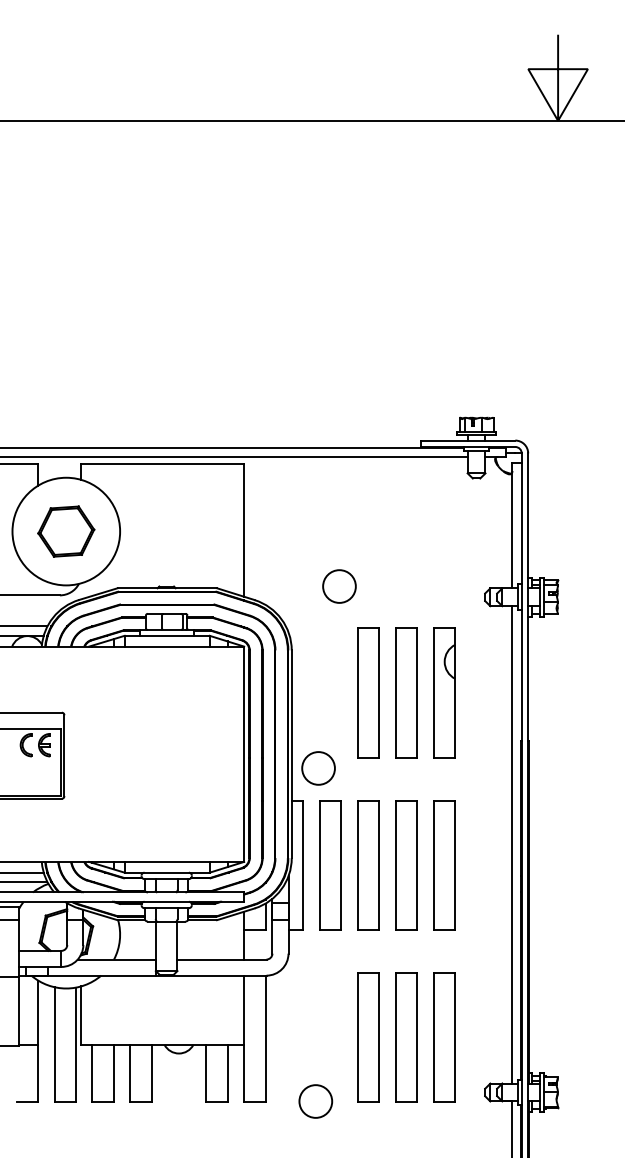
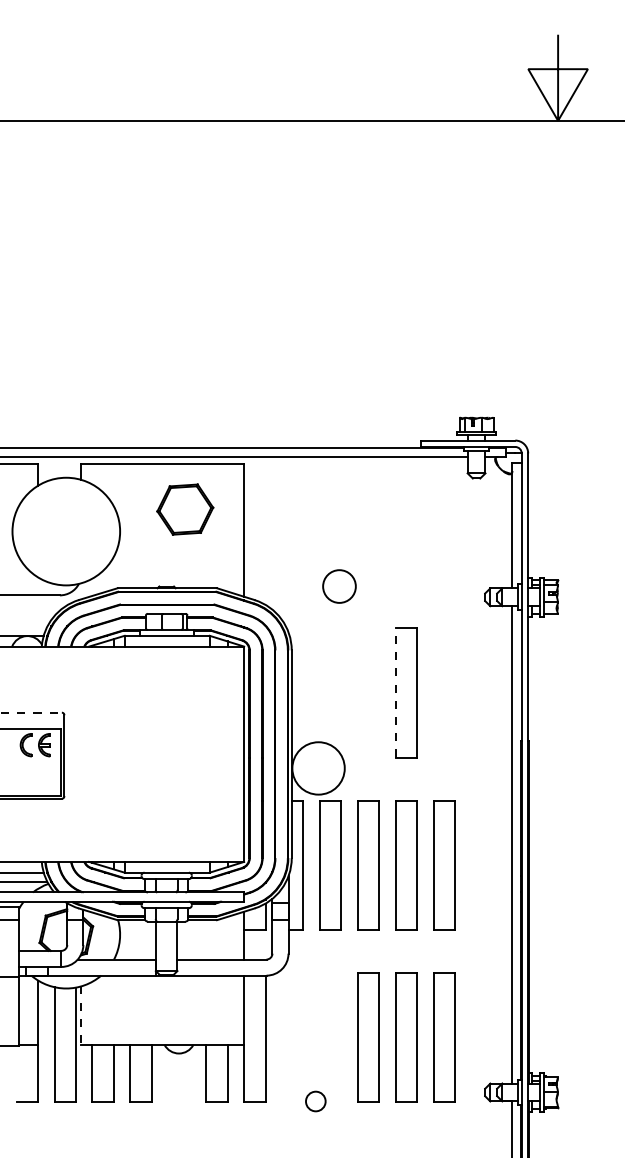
part at (66, 531) position: (66, 531) -> (185, 509)
line at (24, 626): present -> none
part at (368, 692): present -> none
line at (395, 692): solid -> dashed
part at (444, 692): present -> none
line at (31, 712): solid -> dashed
circle at (318, 768) diameter: 33 px -> 52 px
line at (81, 1016): solid -> dashed
circle at (315, 1101) diameter: 33 px -> 20 px
